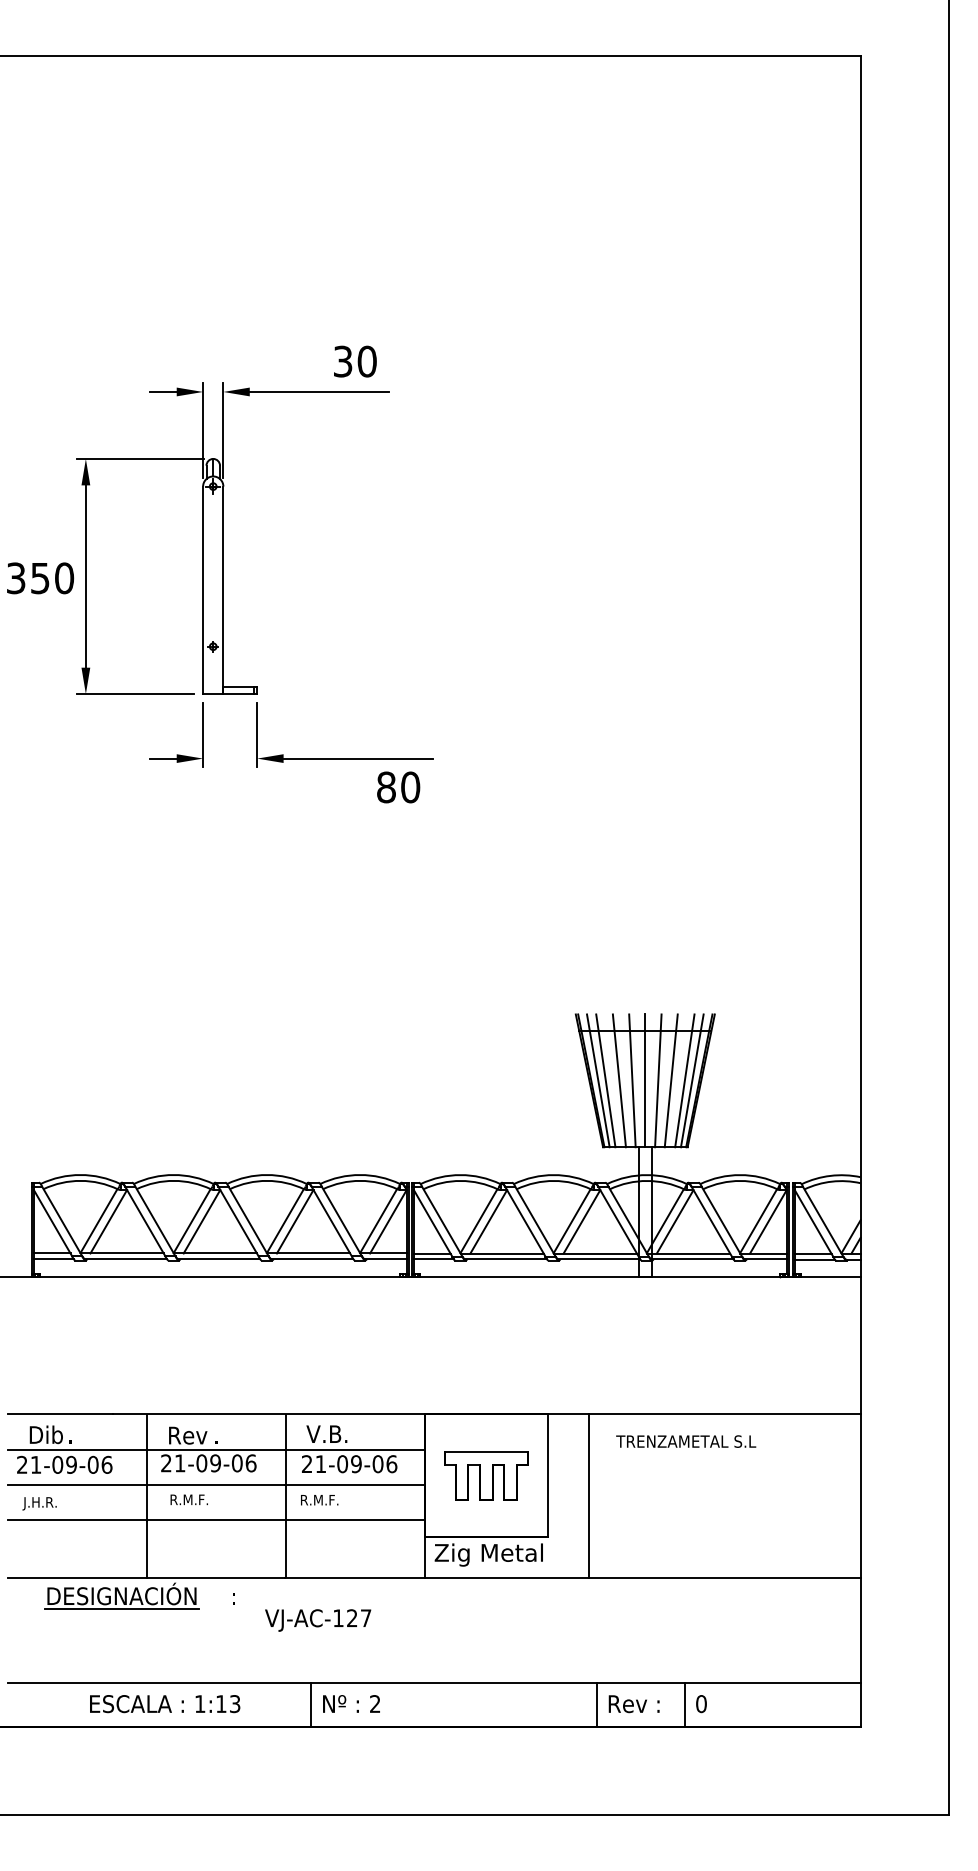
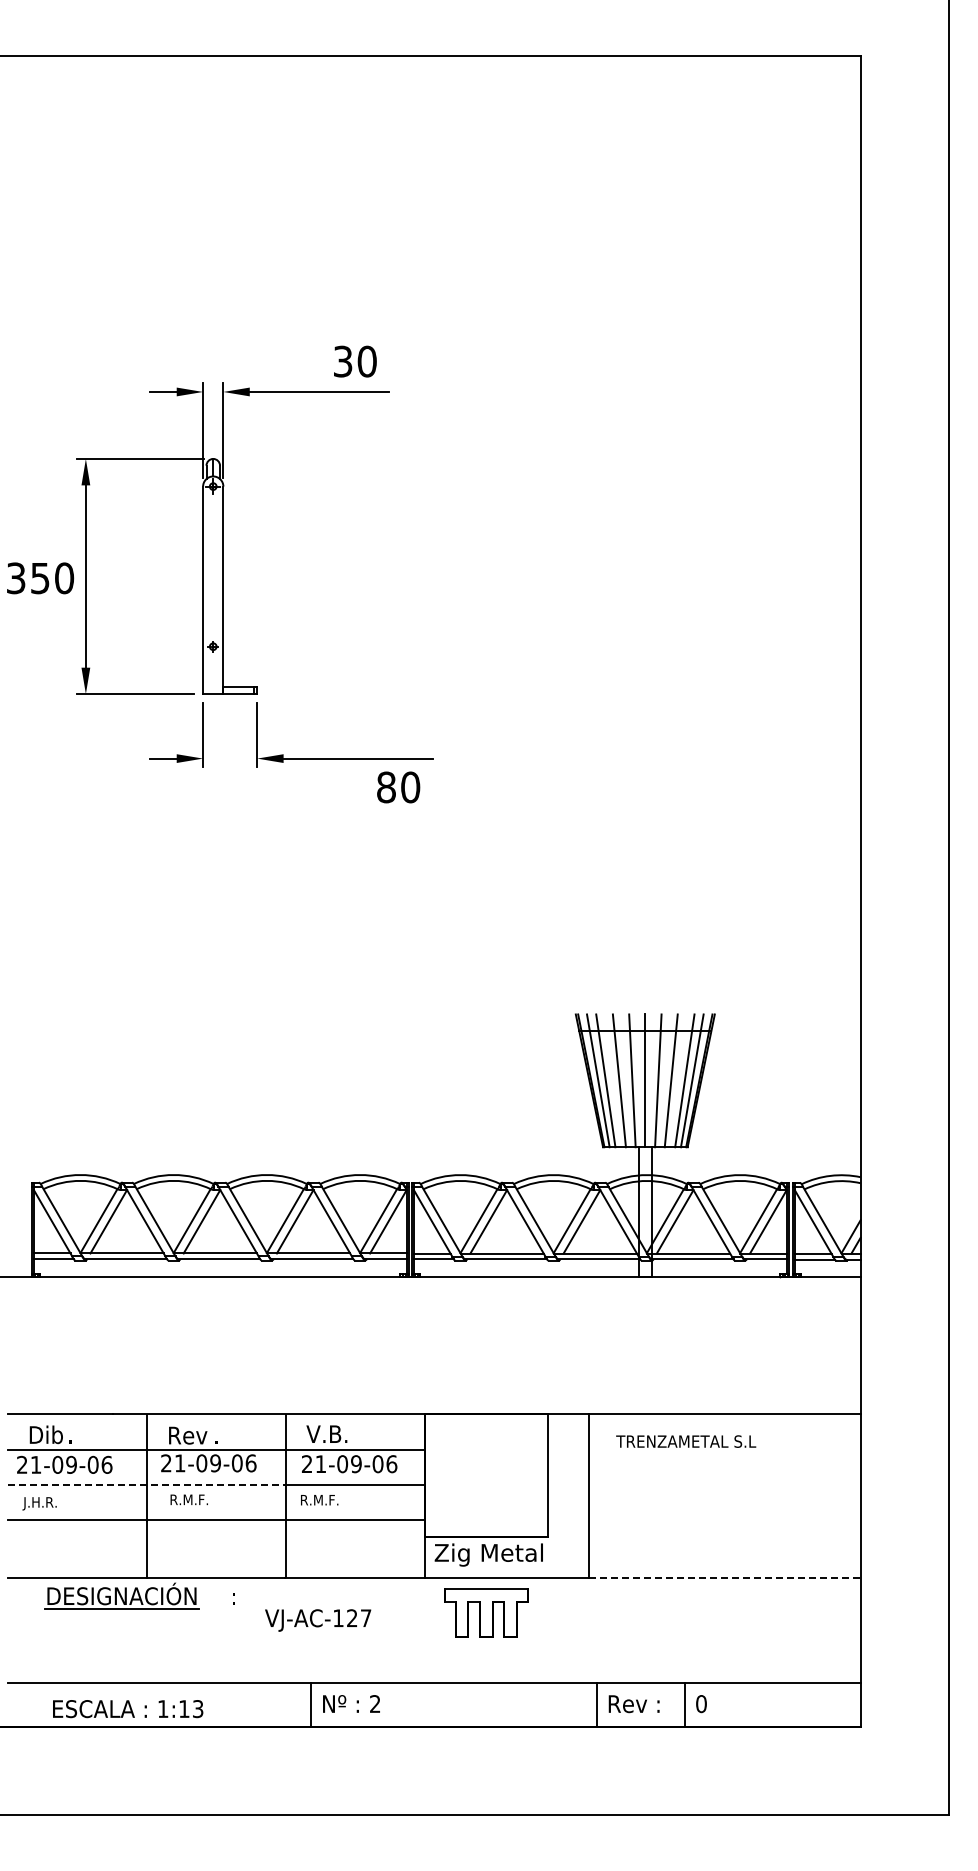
part at (486, 1475) position: (486, 1475) -> (486, 1612)
line at (146, 1485): solid -> dashed
line at (724, 1577): solid -> dashed
text at (165, 1704) position: (165, 1704) -> (128, 1709)
